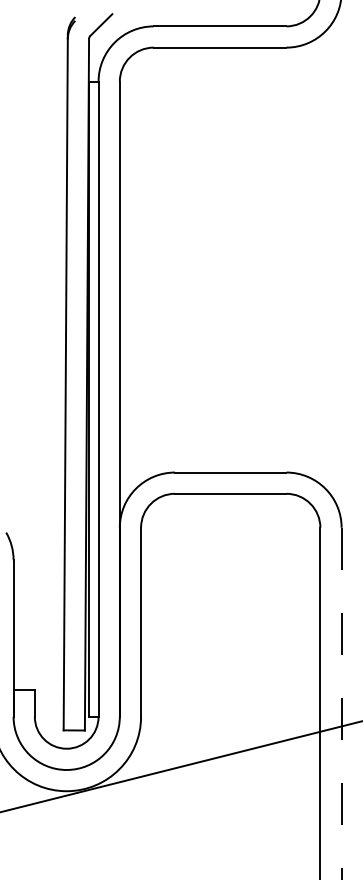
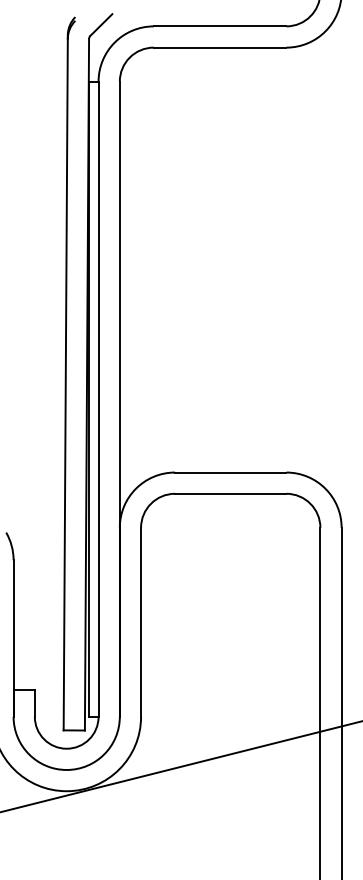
line at (341, 703): dashed -> solid
